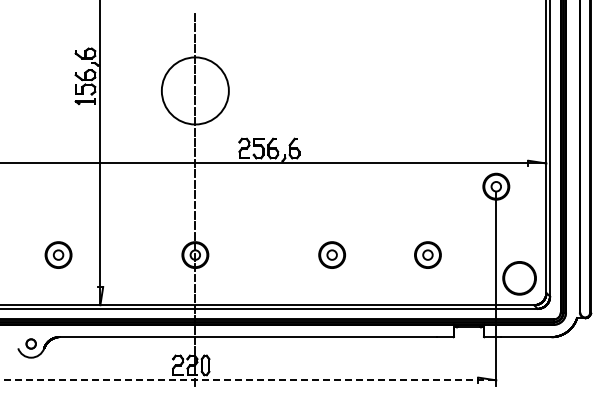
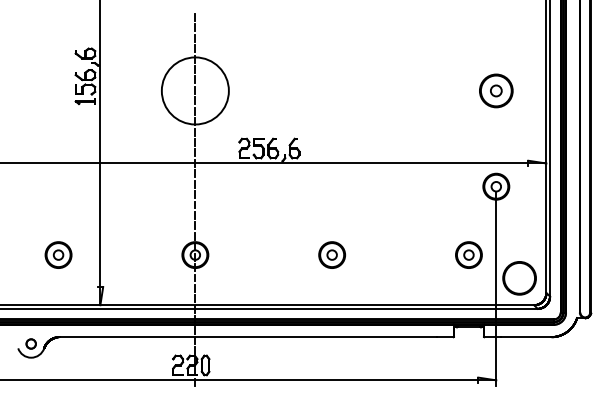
part at (496, 90): none -> present
part at (427, 254) position: (427, 254) -> (468, 254)
line at (248, 380): dashed -> solid
